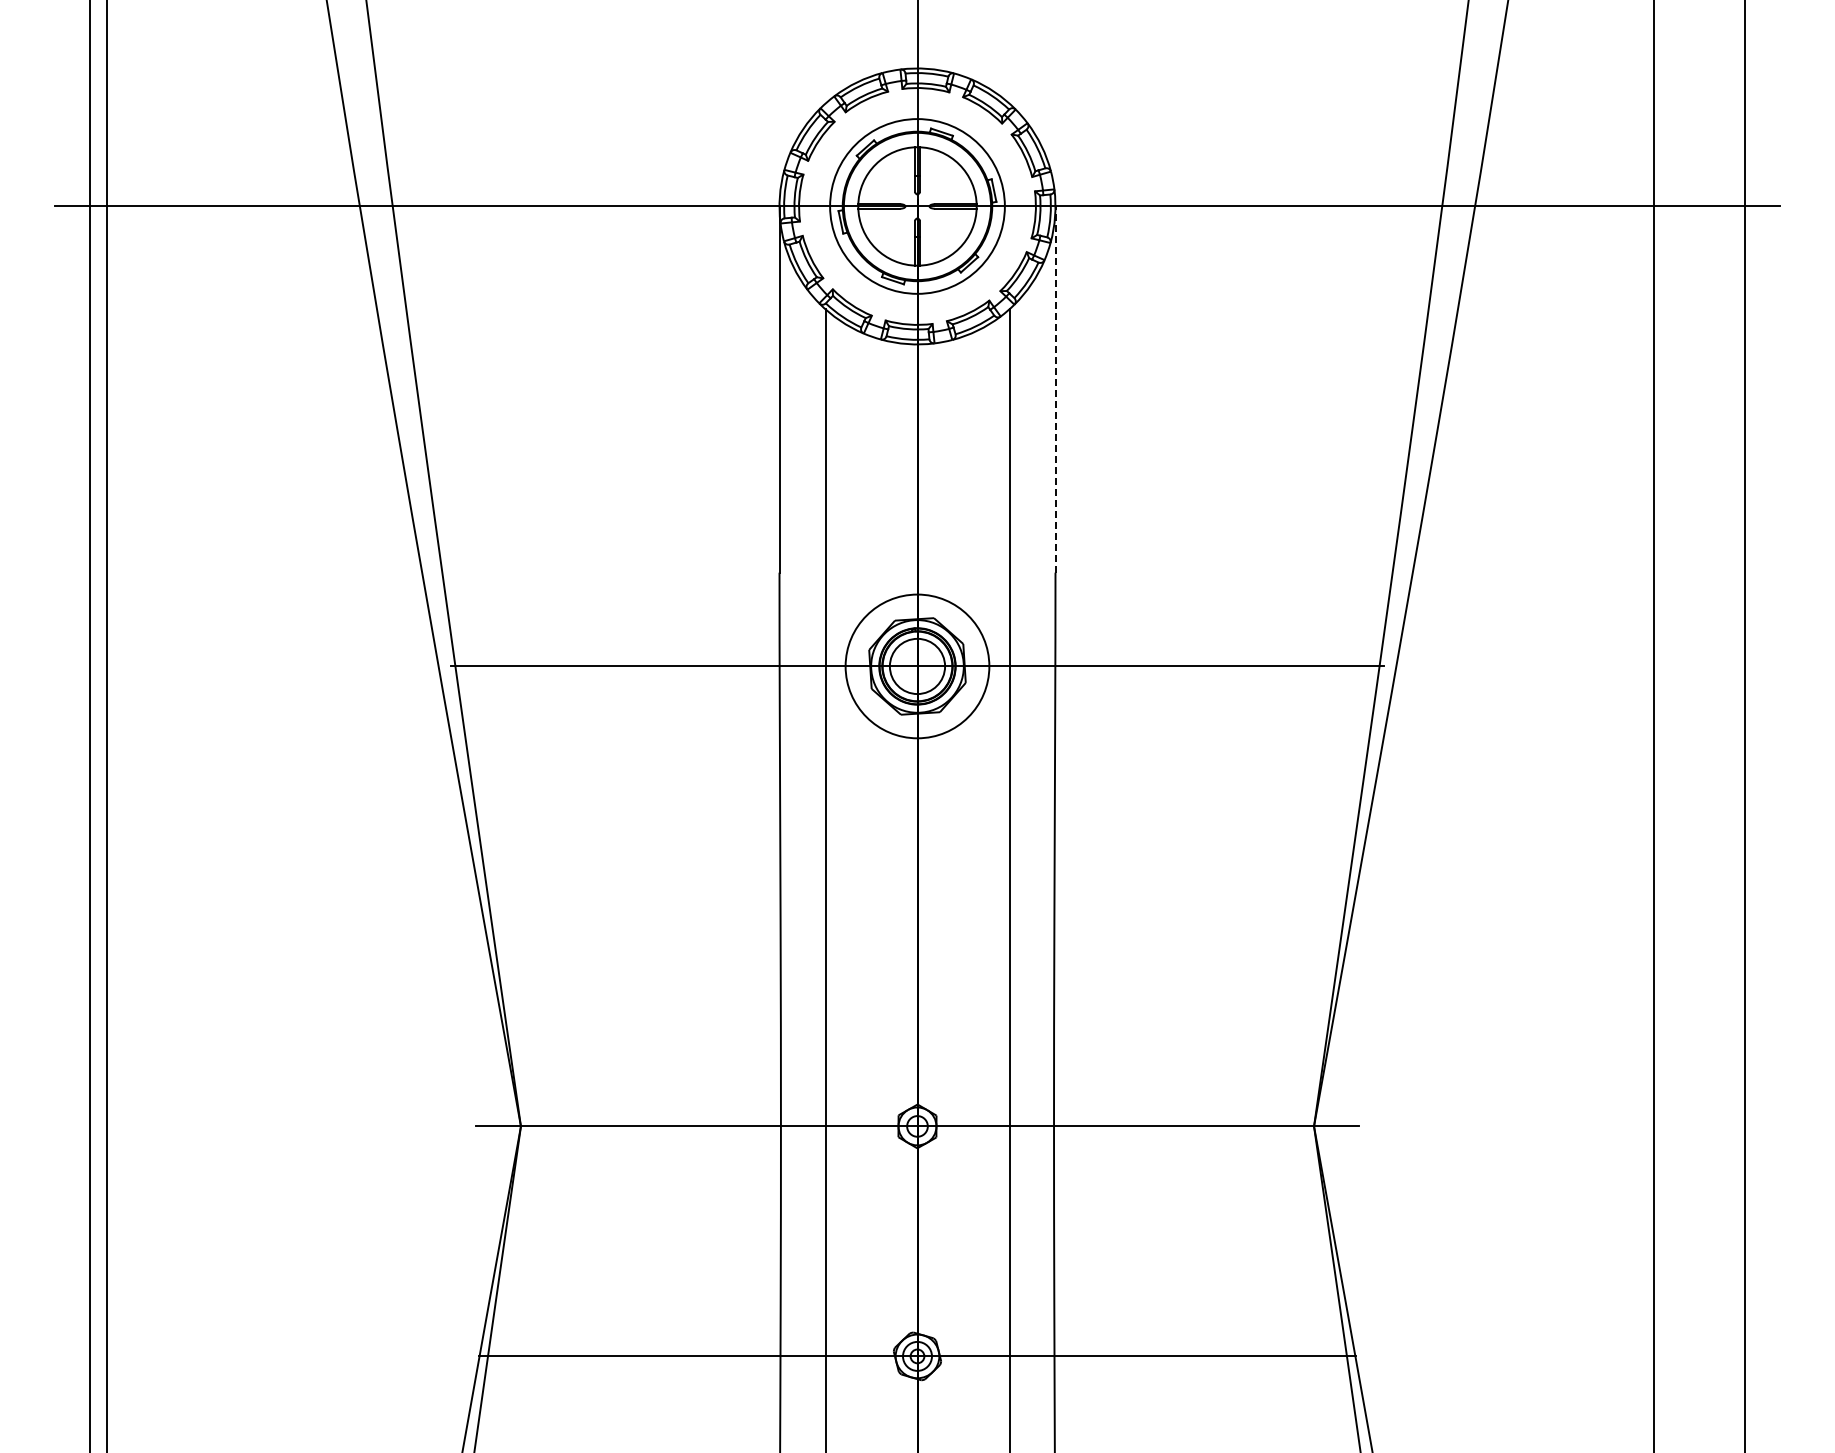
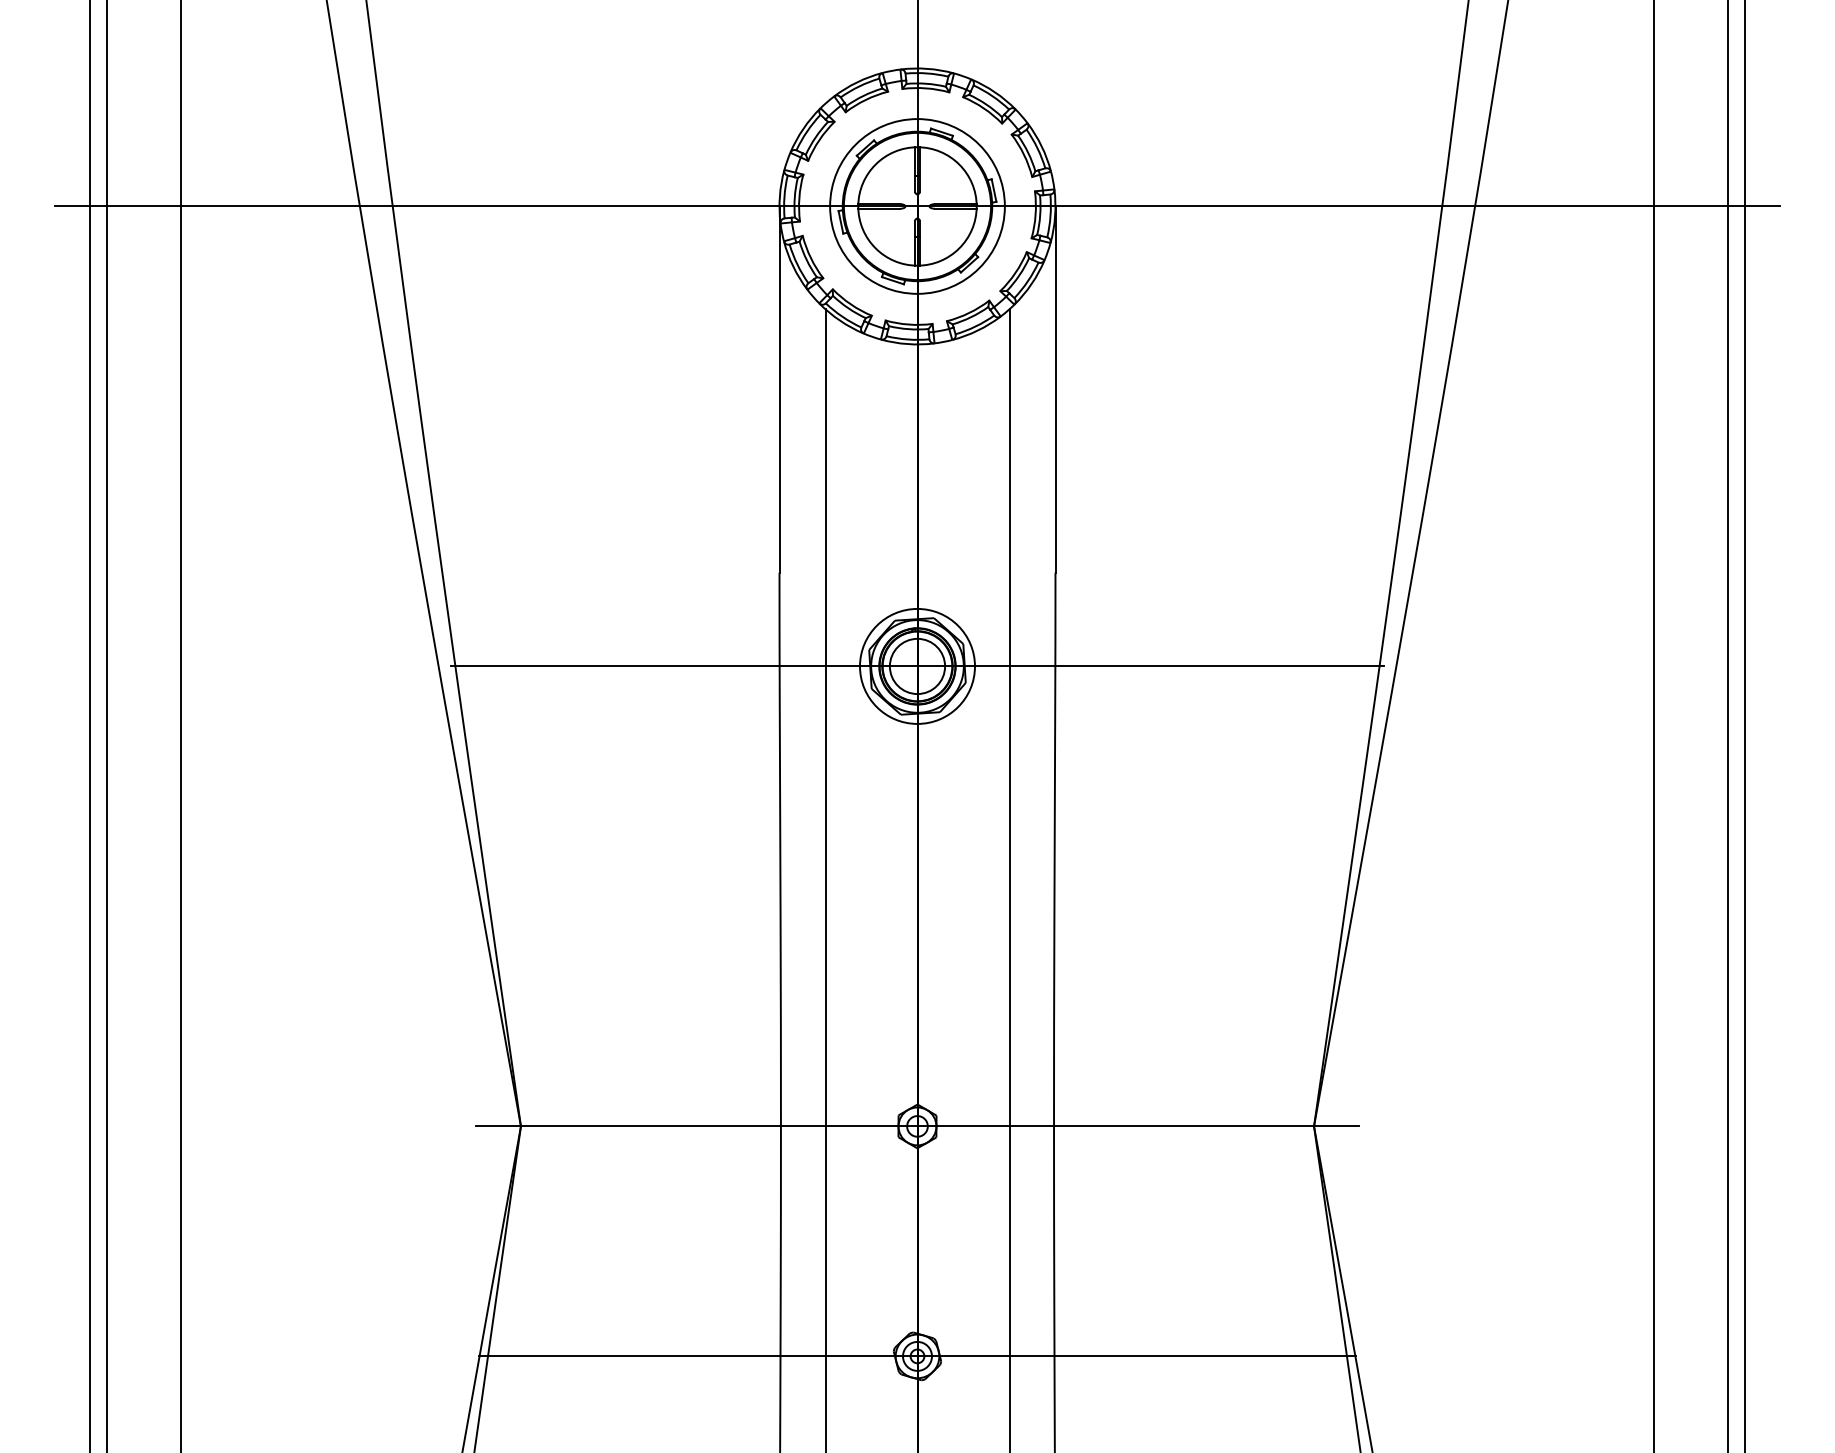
line at (1055, 389): dashed -> solid
circle at (917, 666) diameter: 144 px -> 115 px
line at (181, 725): none -> present
line at (1727, 725): none -> present
